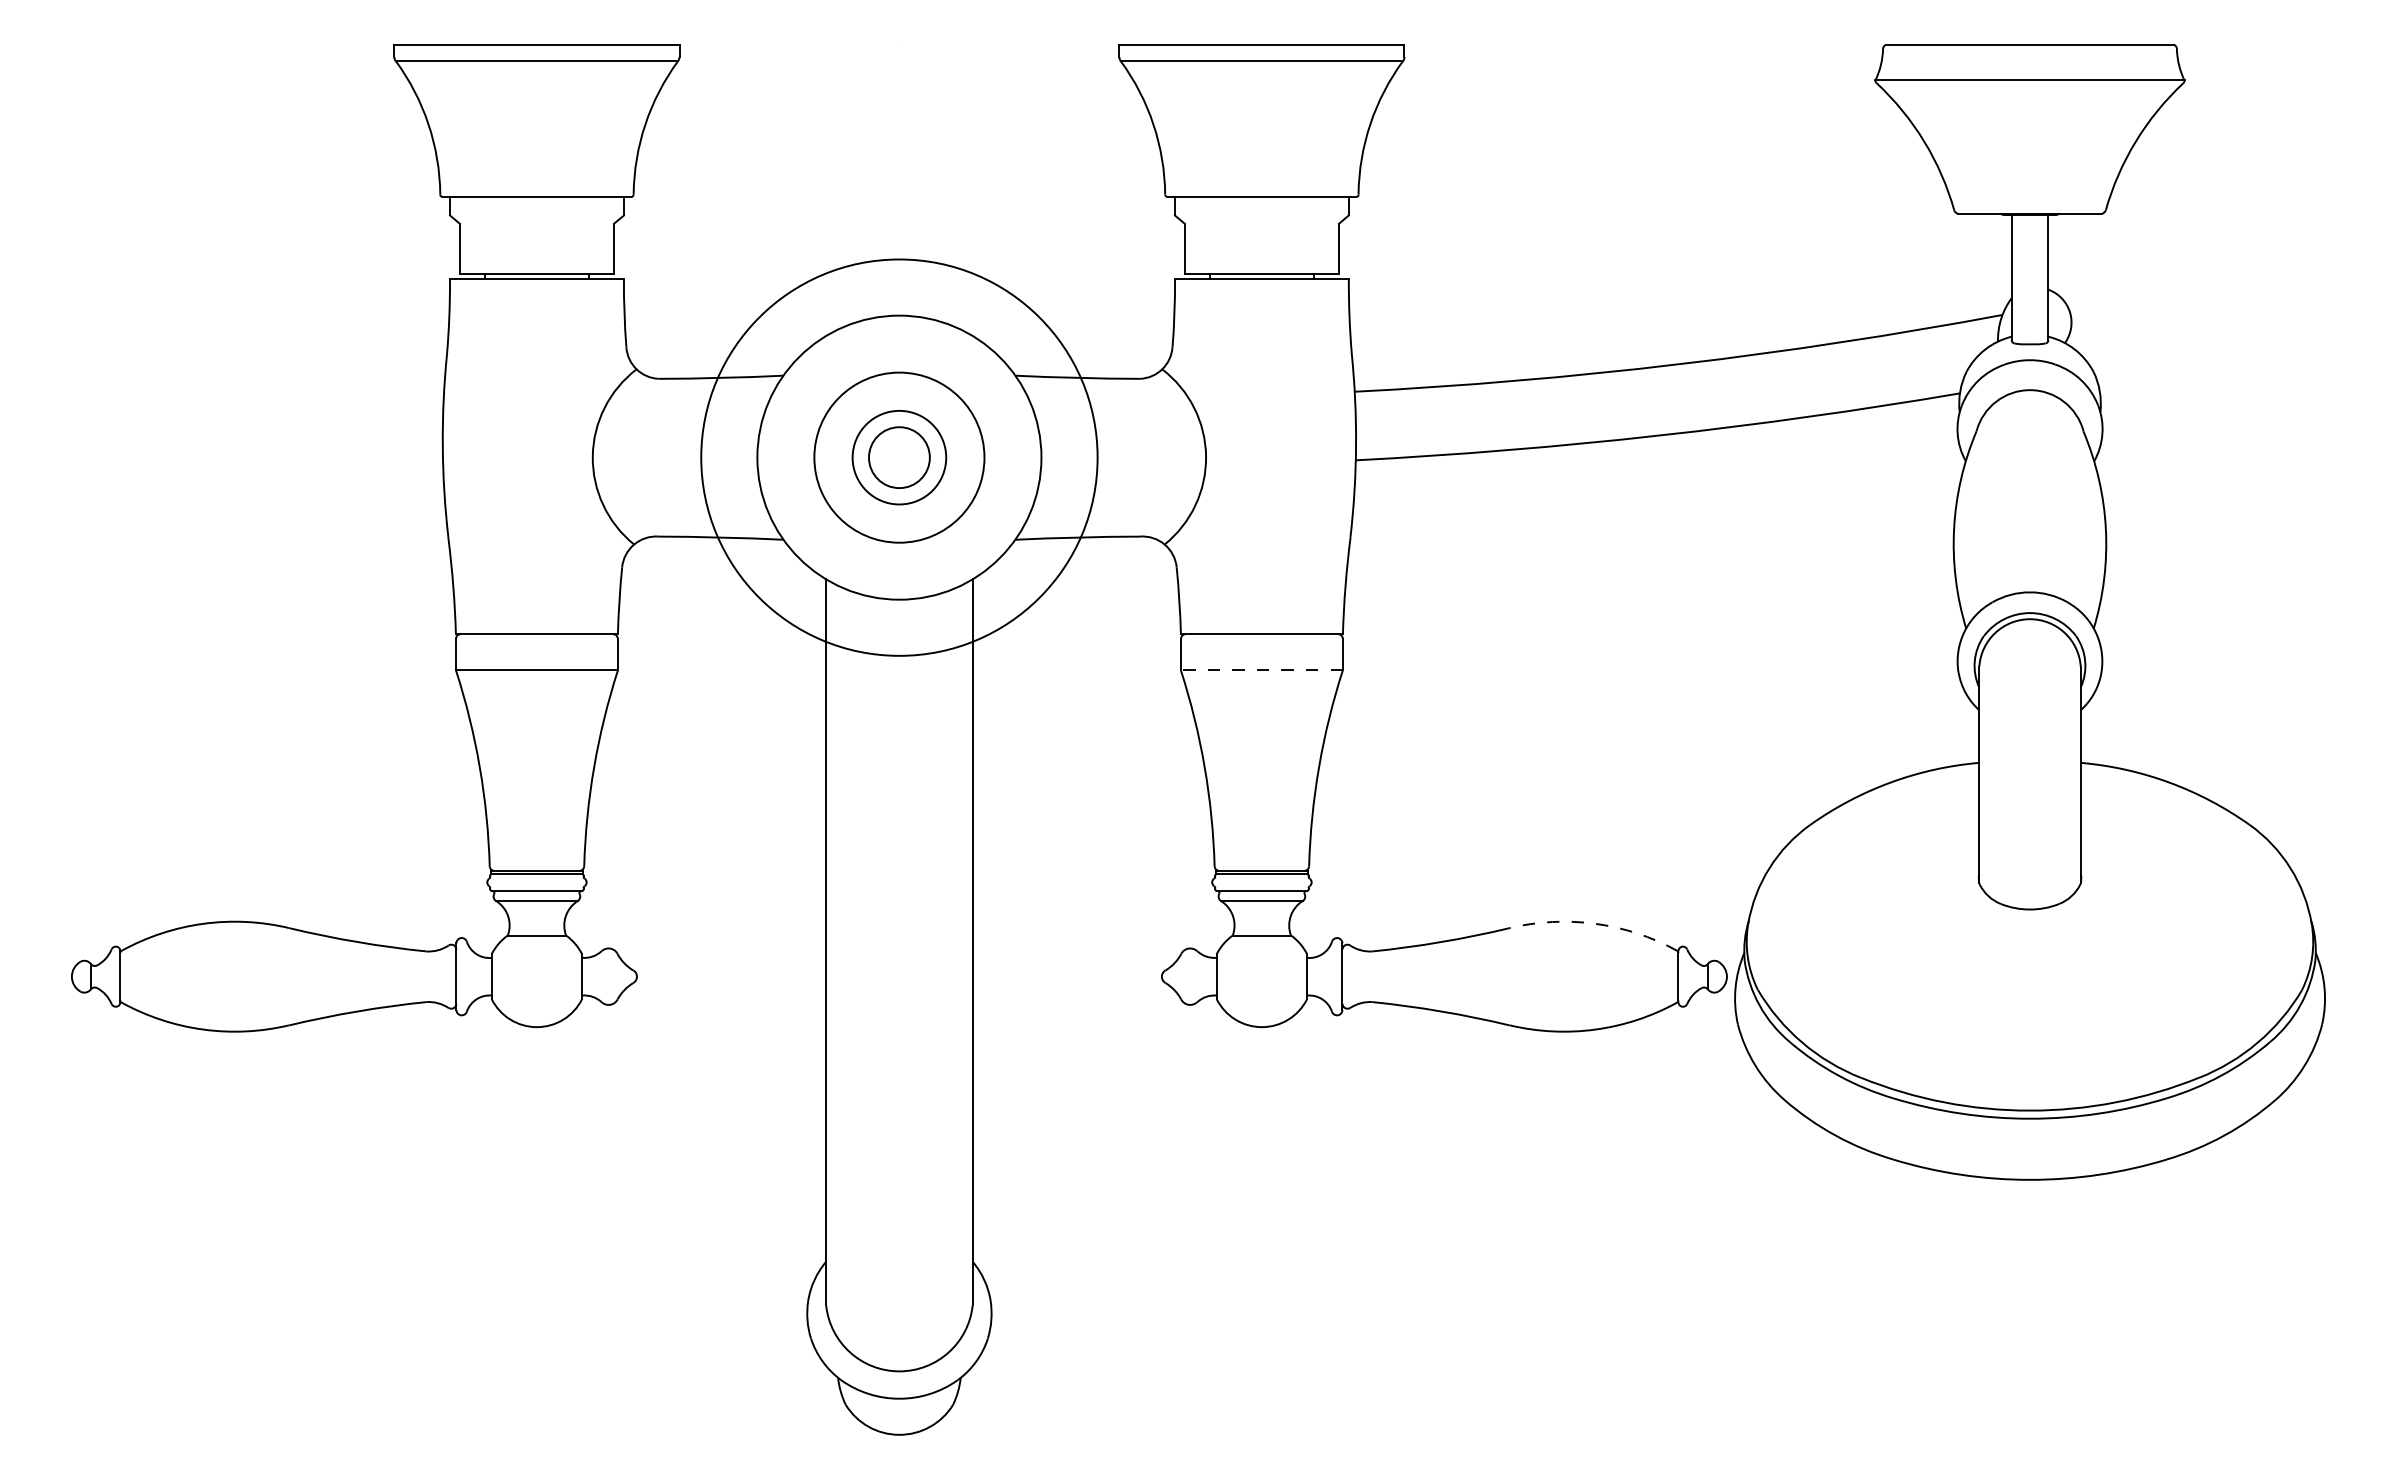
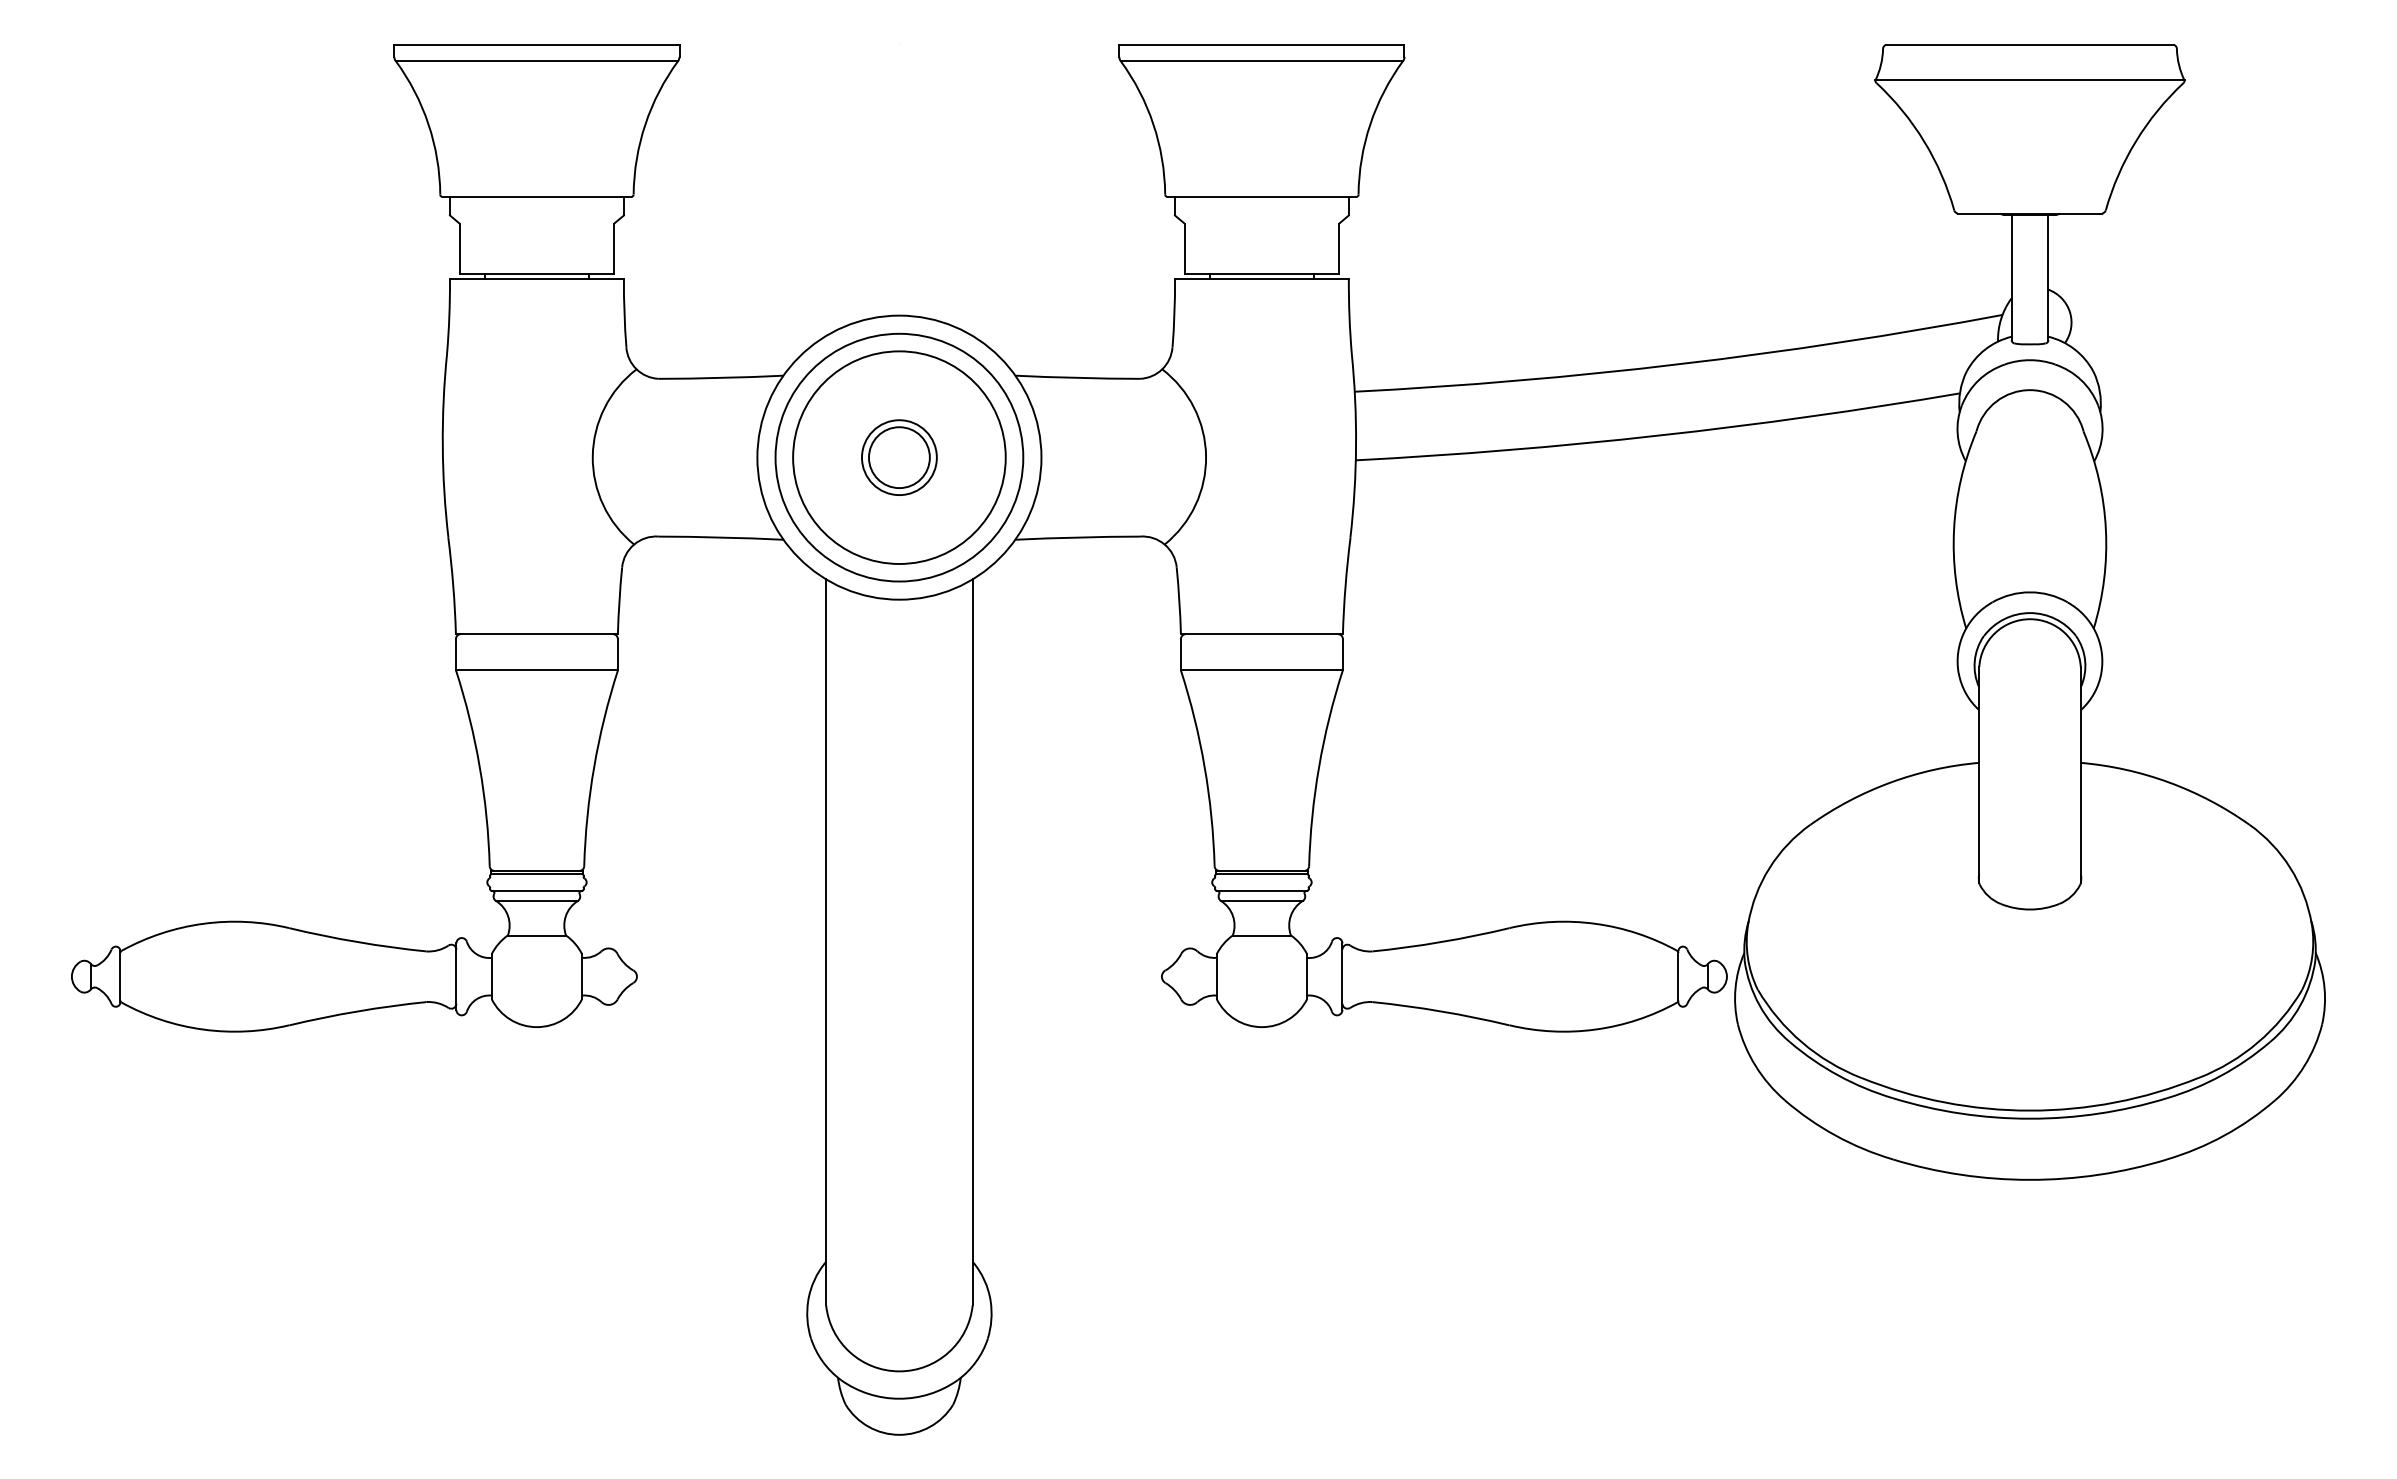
circle at (899, 457) diameter: 170 px -> 213 px
circle at (899, 457) diameter: 396 px -> 248 px
circle at (899, 457) diameter: 94 px -> 75 px
line at (1261, 670): dashed -> solid
arc at (1595, 923): dashed -> solid
